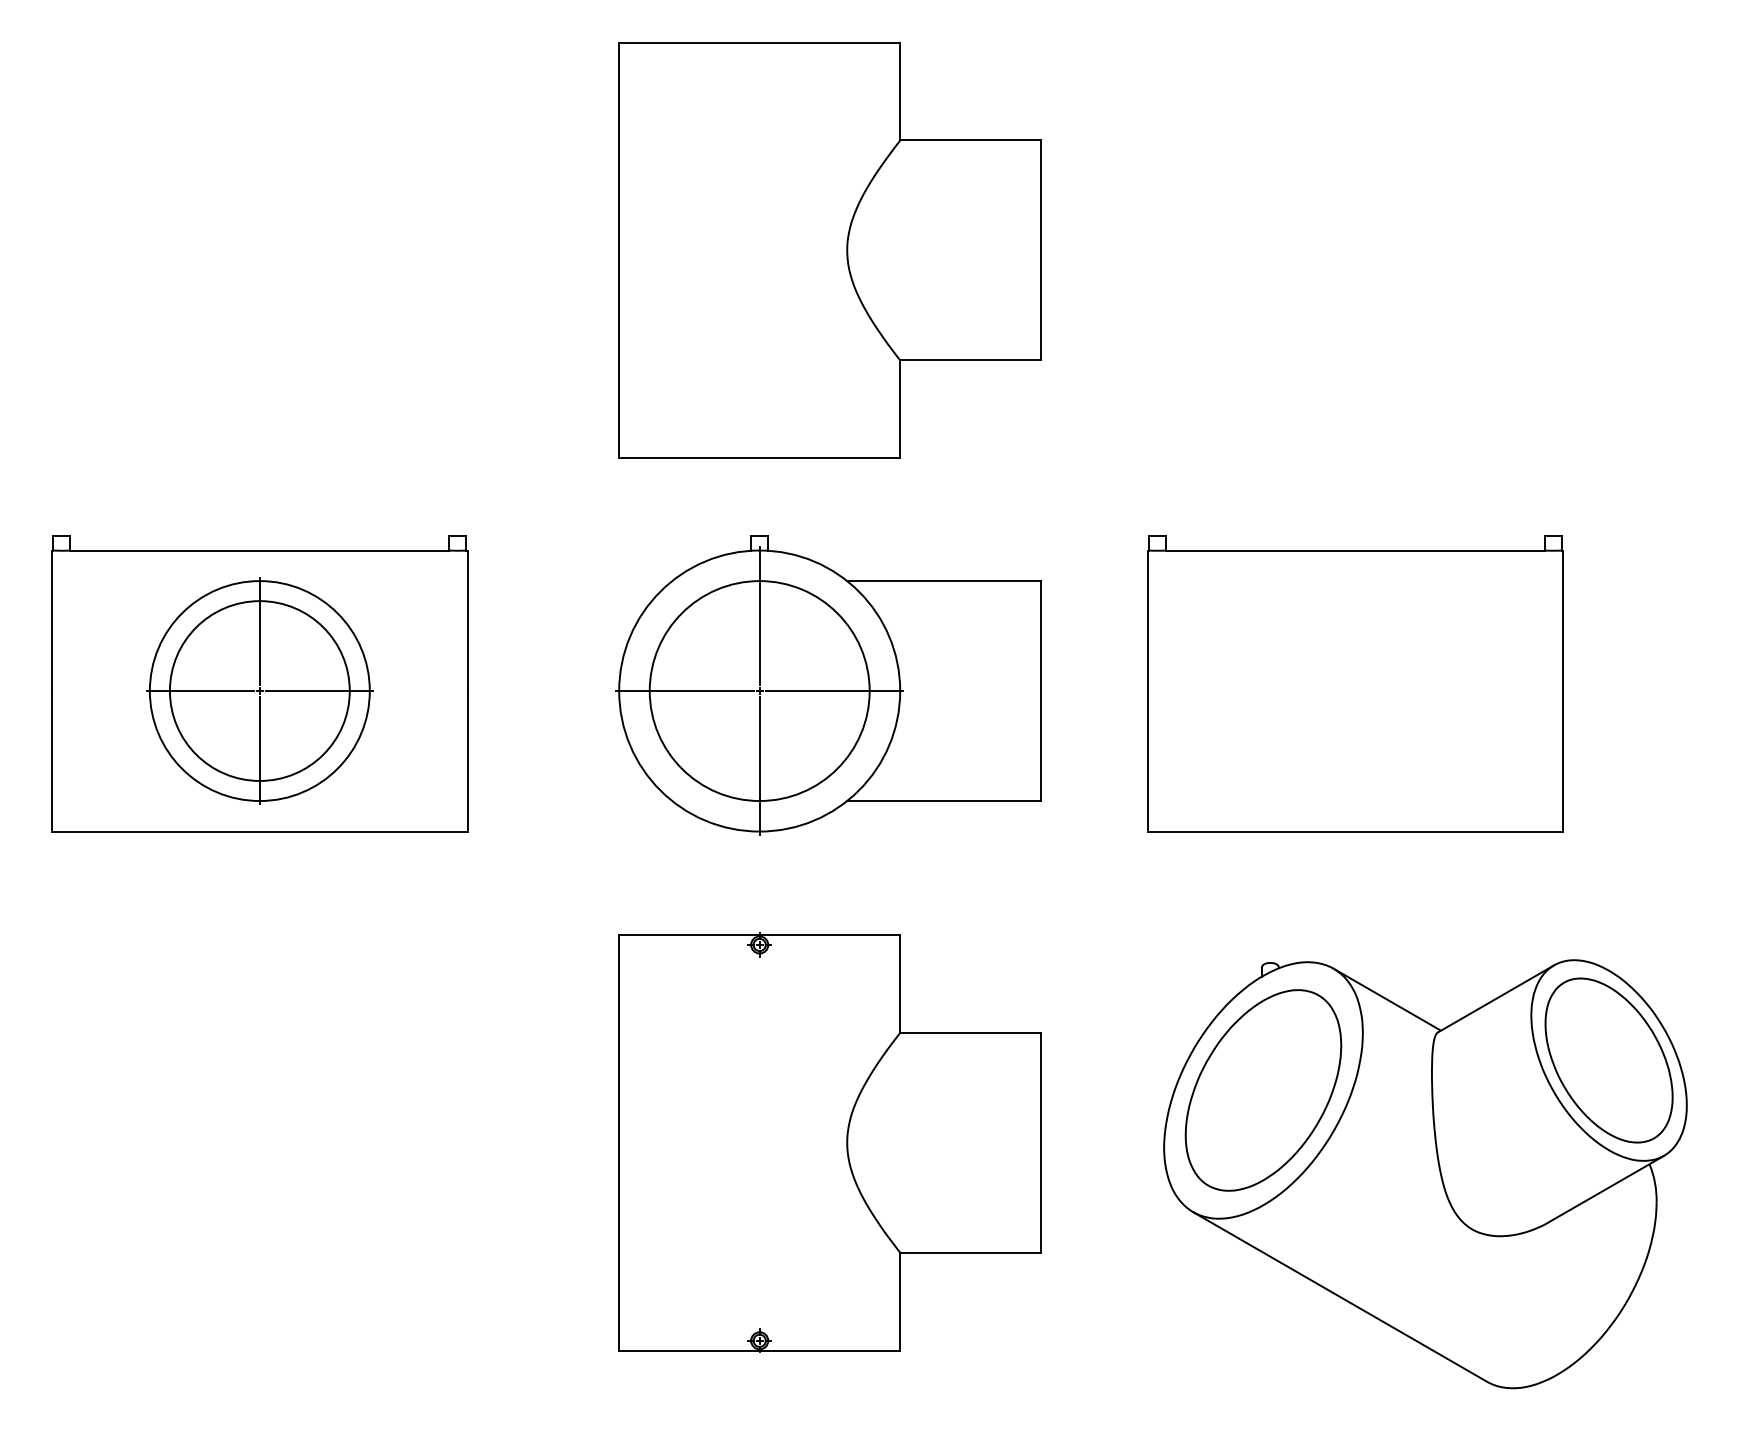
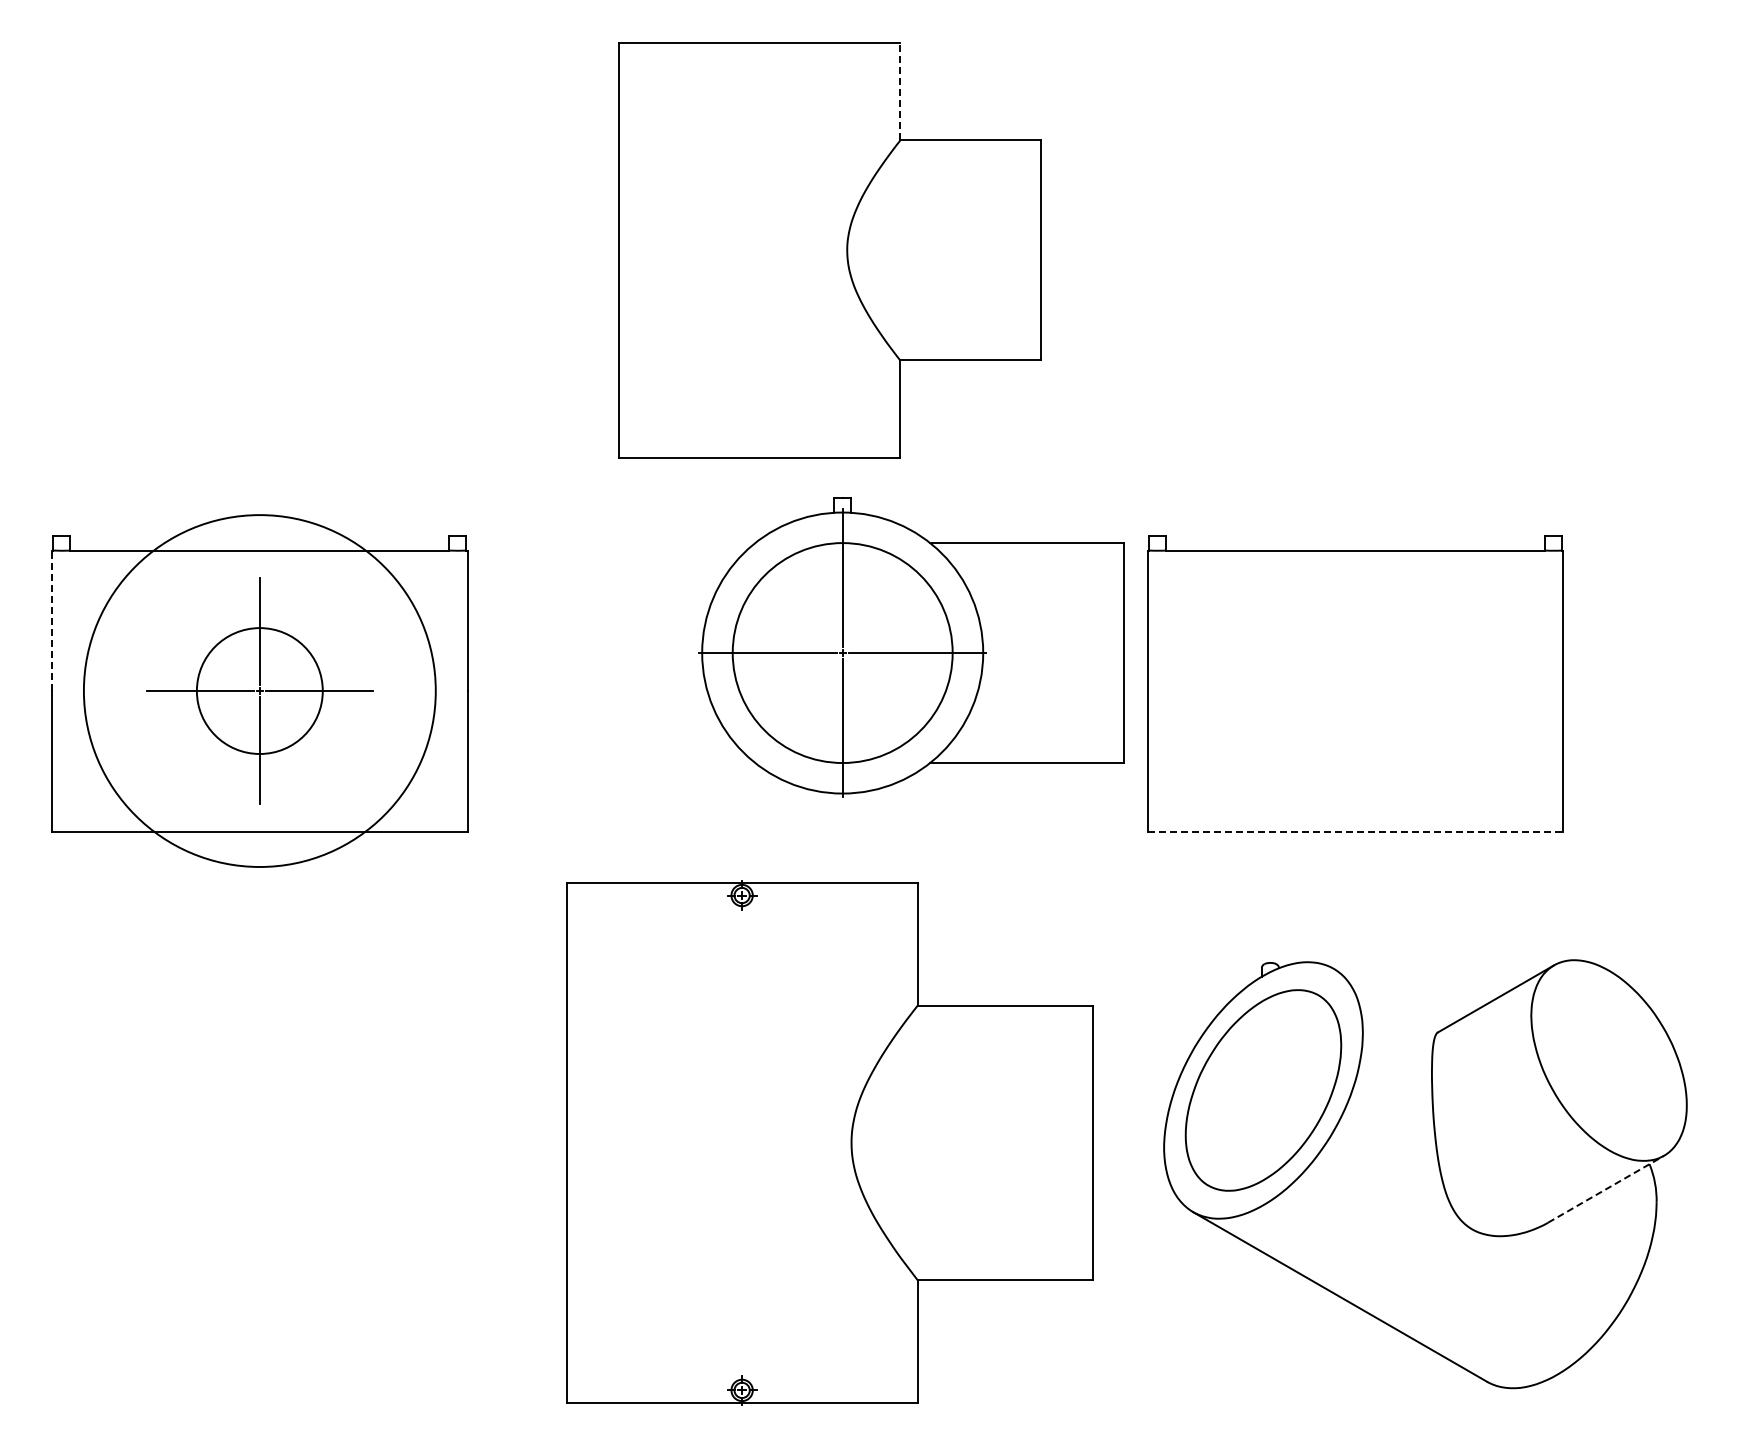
line at (900, 91): solid -> dashed
line at (52, 620): solid -> dashed
part at (828, 685) position: (828, 685) -> (911, 647)
circle at (259, 690) diameter: 180 px -> 126 px
circle at (259, 691) diameter: 220 px -> 352 px
line at (1355, 831): solid -> dashed
line at (1386, 999): present -> none
part at (1608, 1060): present -> none
part at (829, 1142) size: 424x421 px -> 528x526 px
line at (1606, 1189): solid -> dashed
